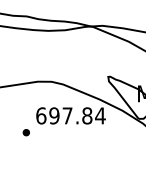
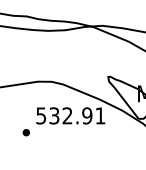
text at (70, 115): 697.84 -> 532.91
